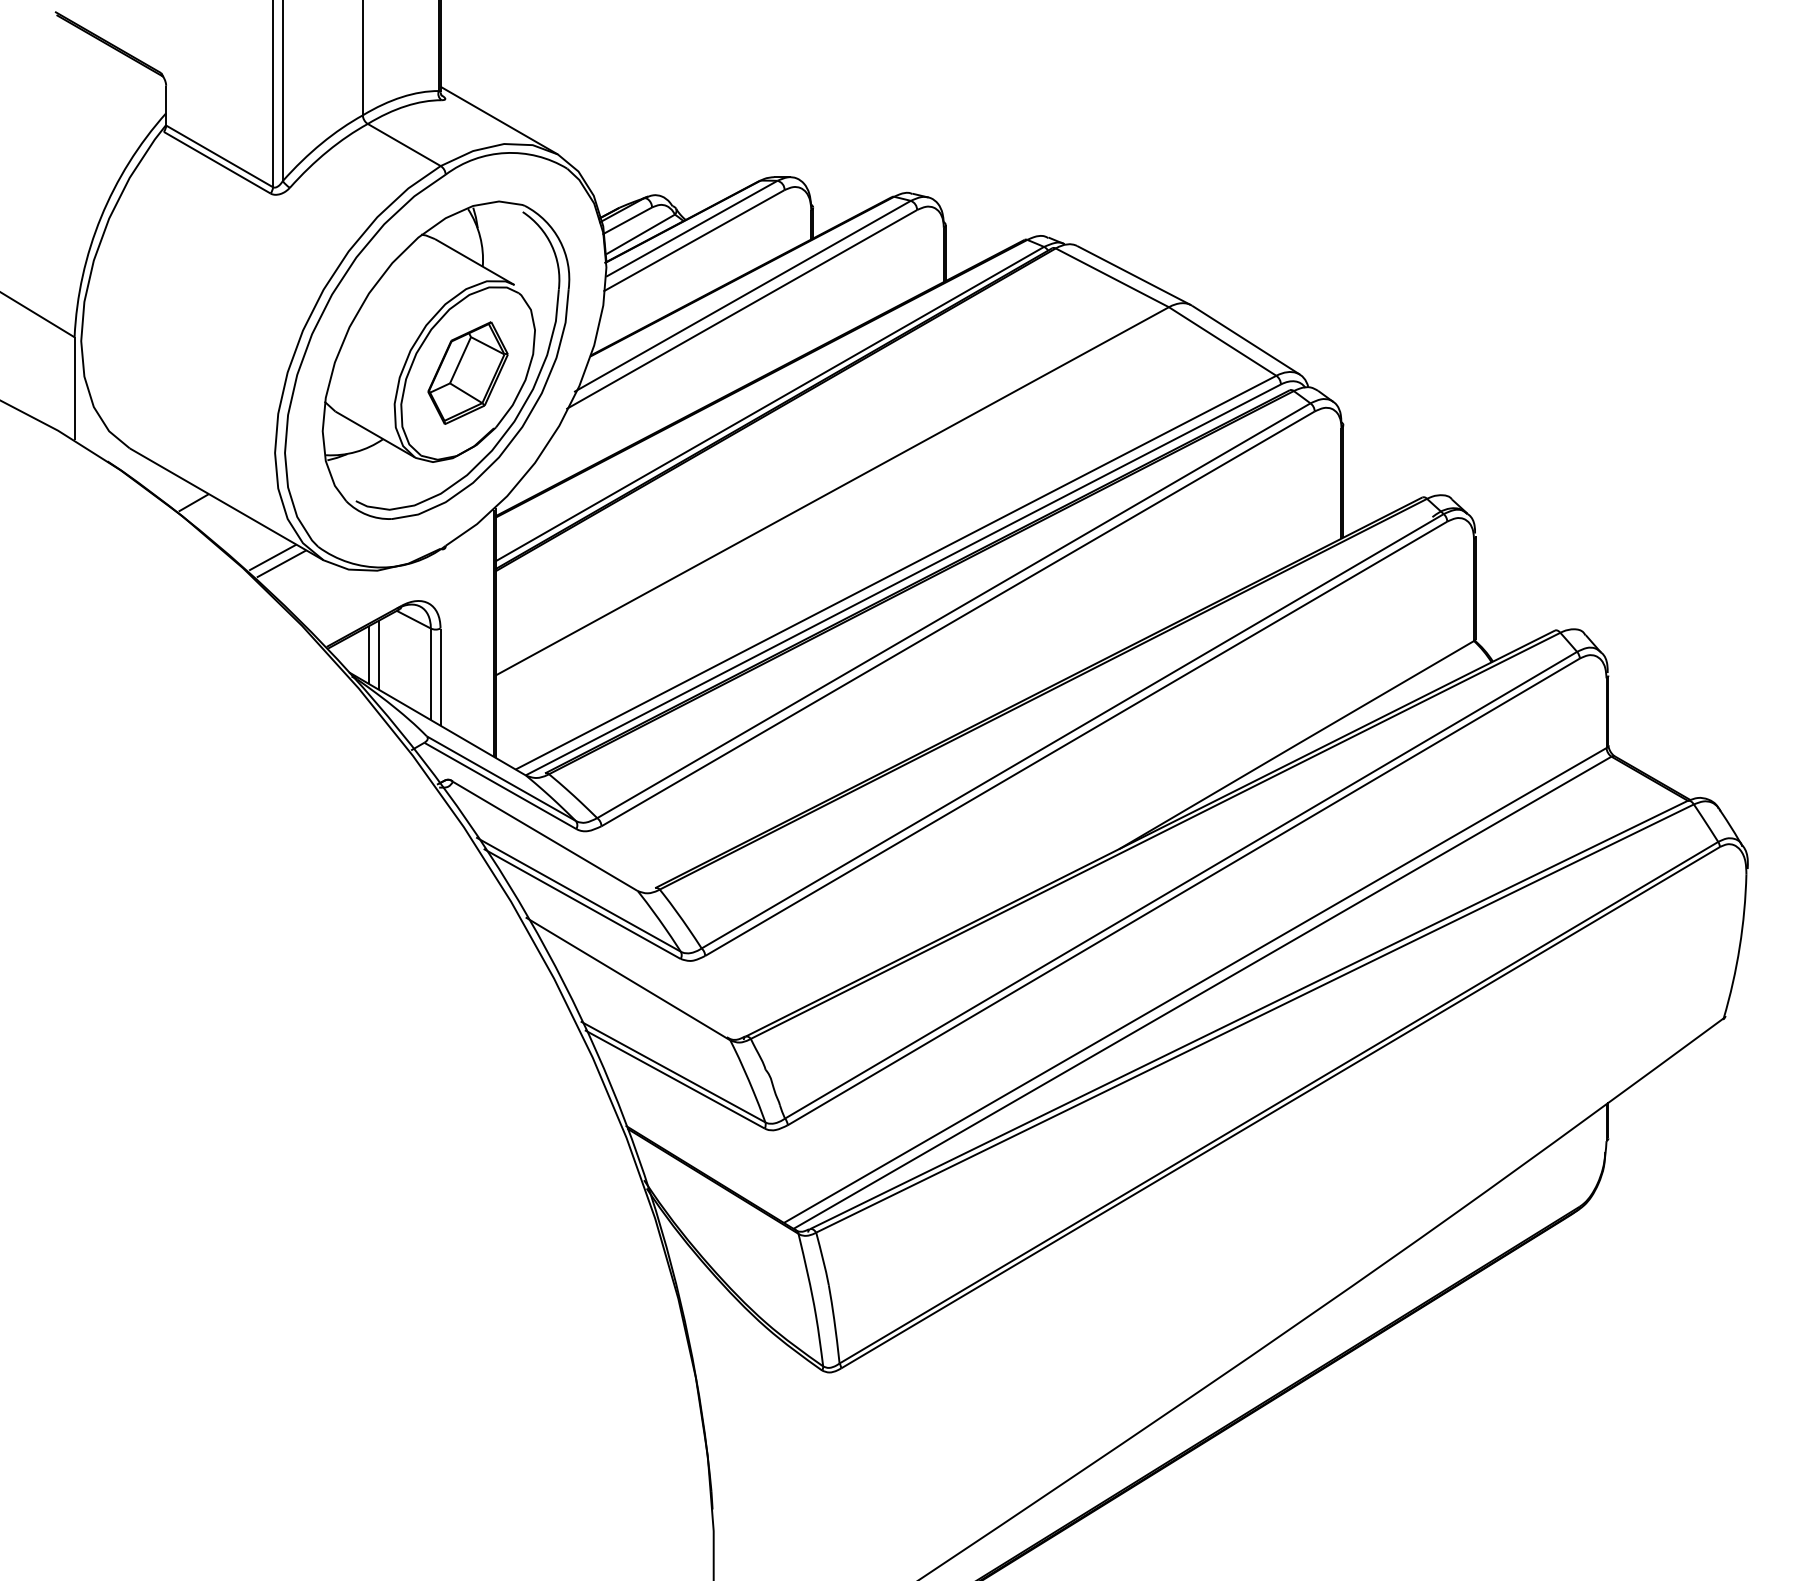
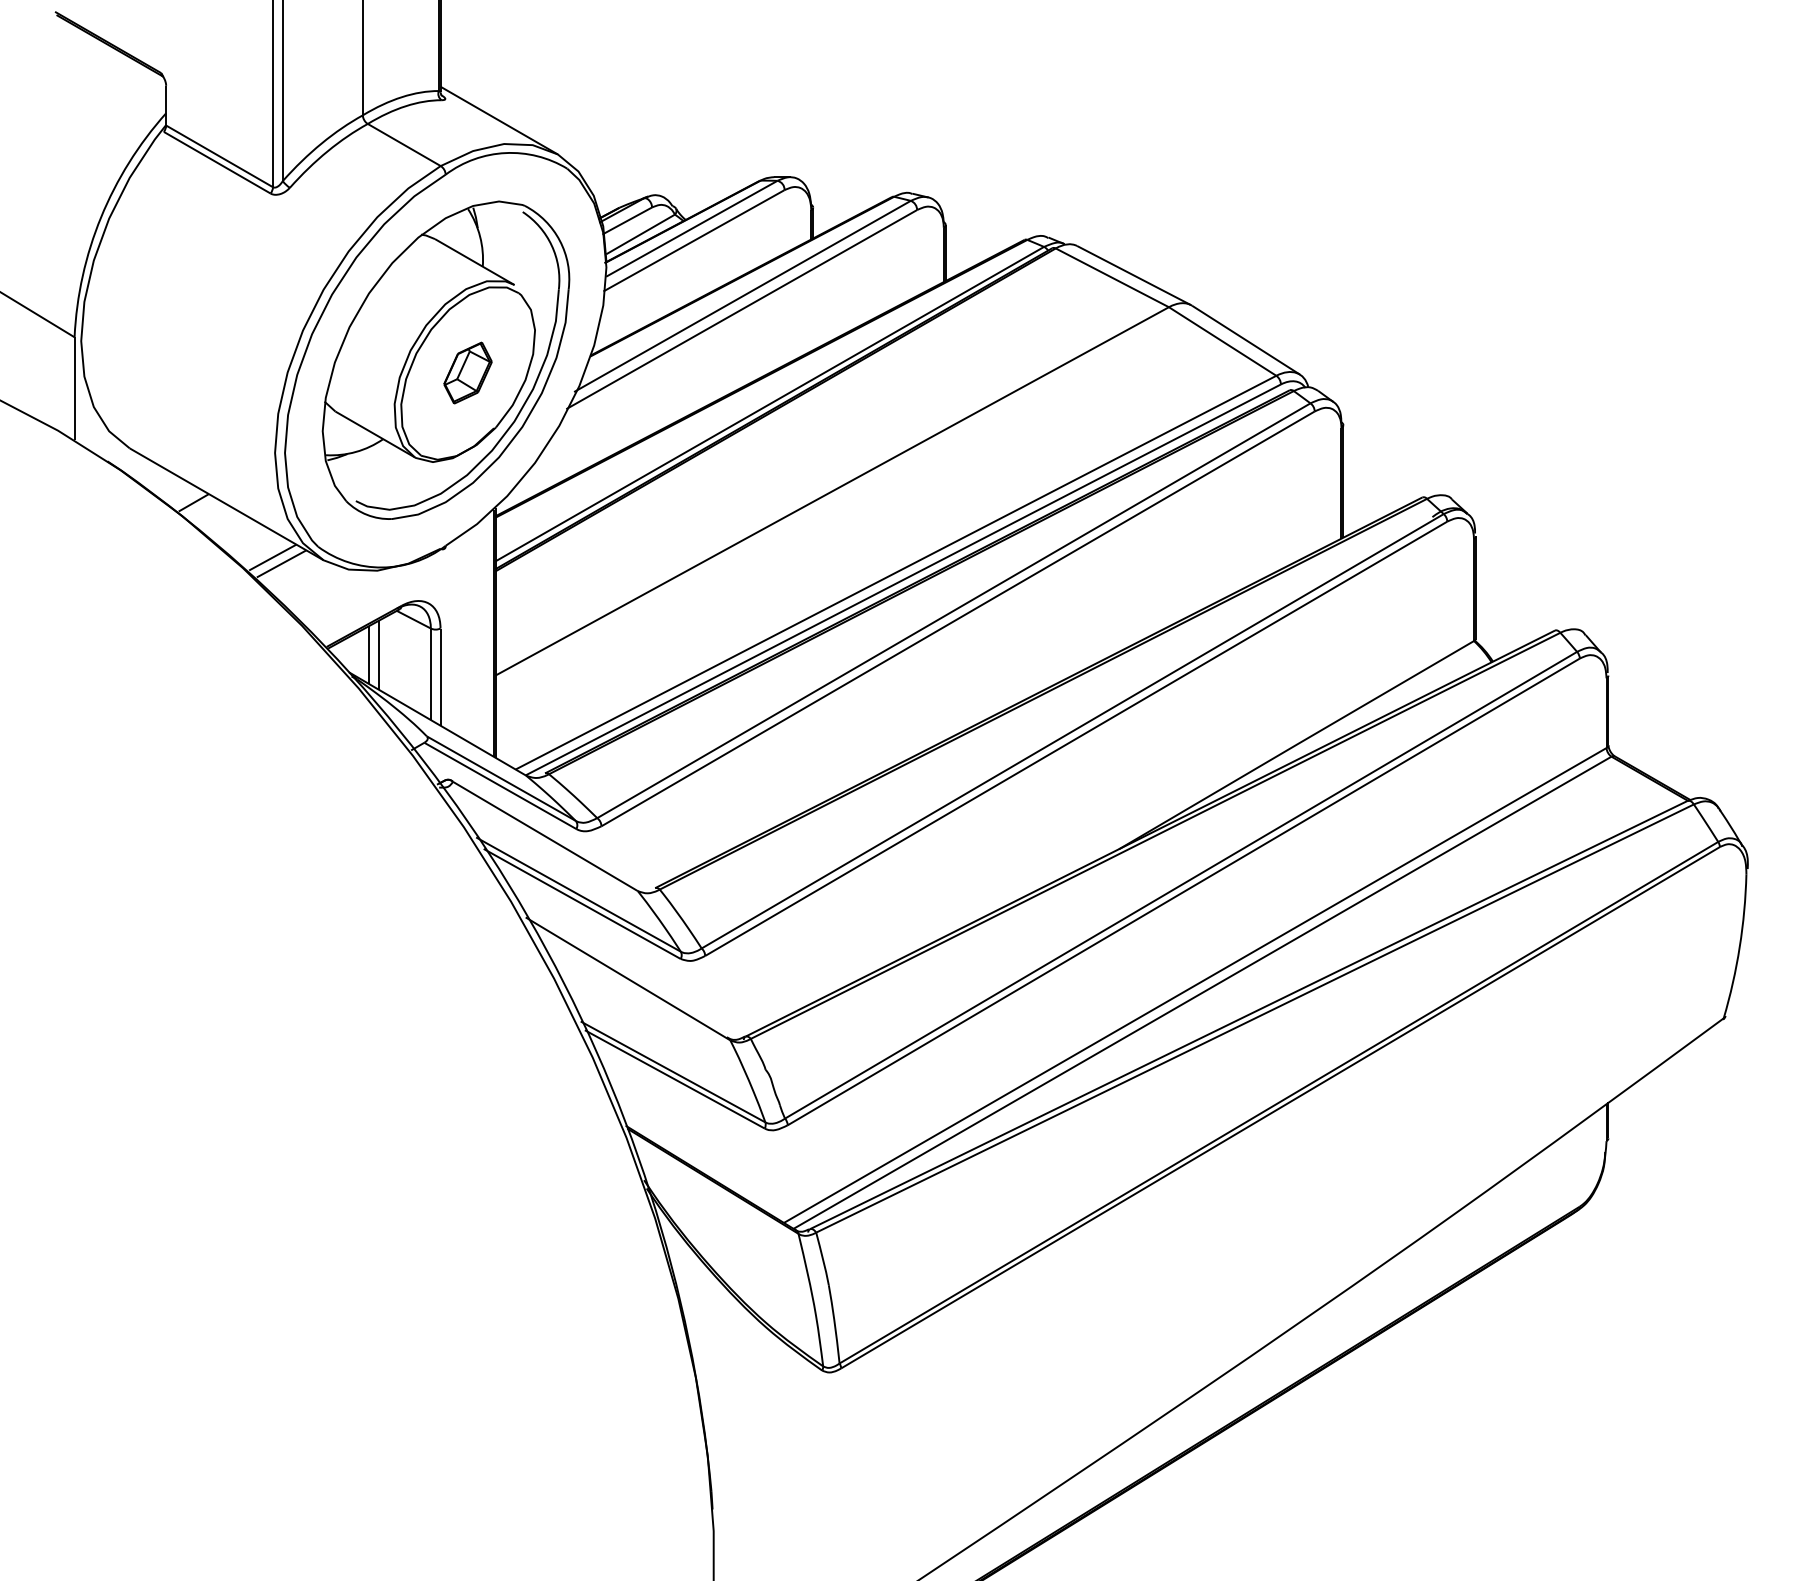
part at (467, 372) size: 82x104 px -> 50x64 px
